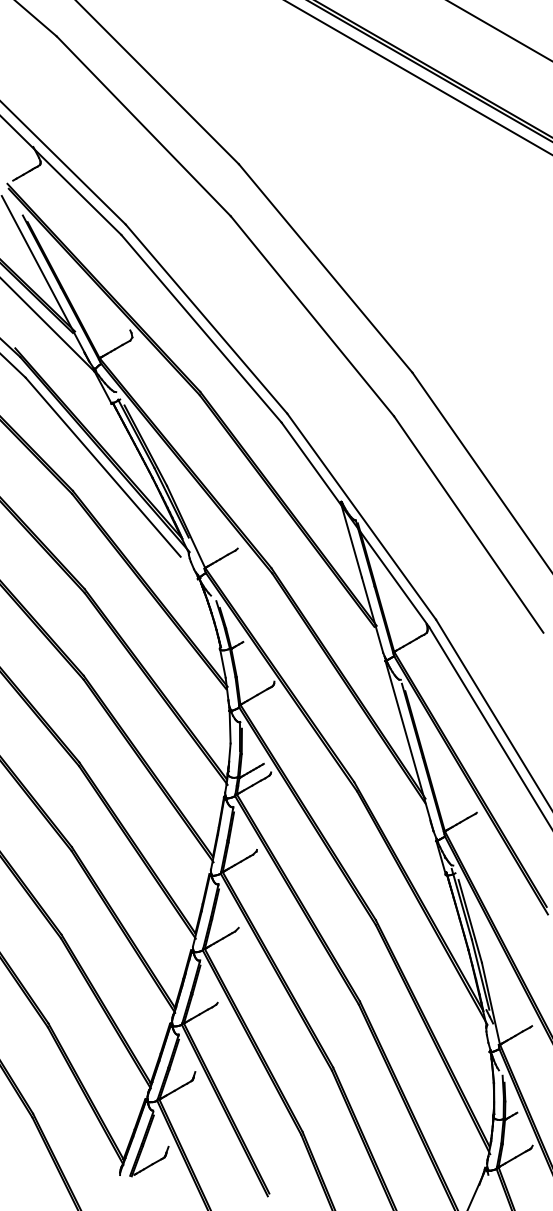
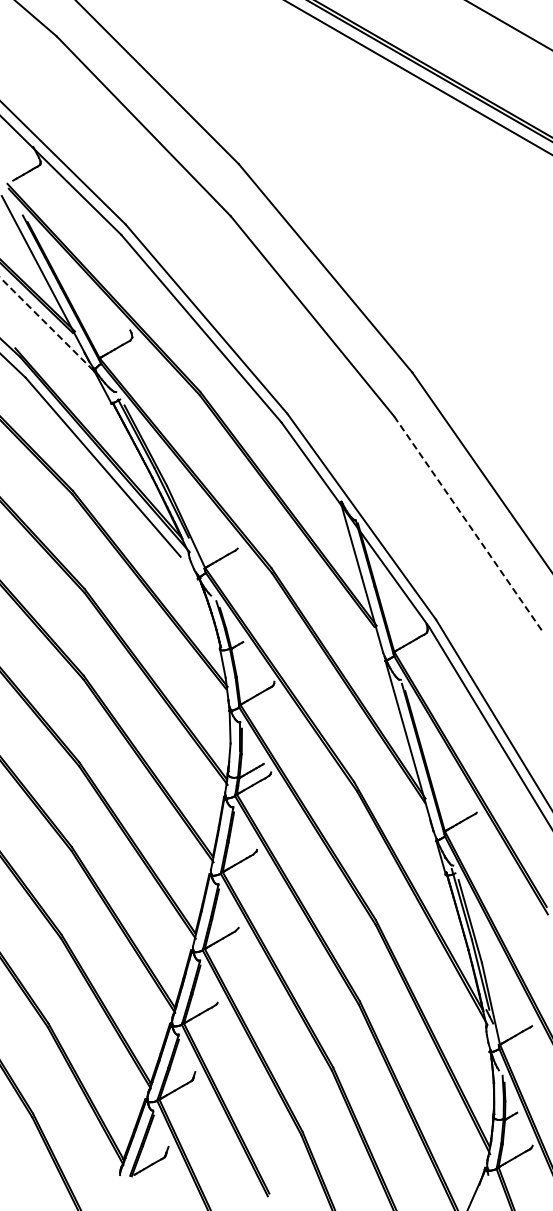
line at (499, 30) position: (499, 30) -> (509, 25)
line at (46, 324): solid -> dashed
line at (468, 524): solid -> dashed
